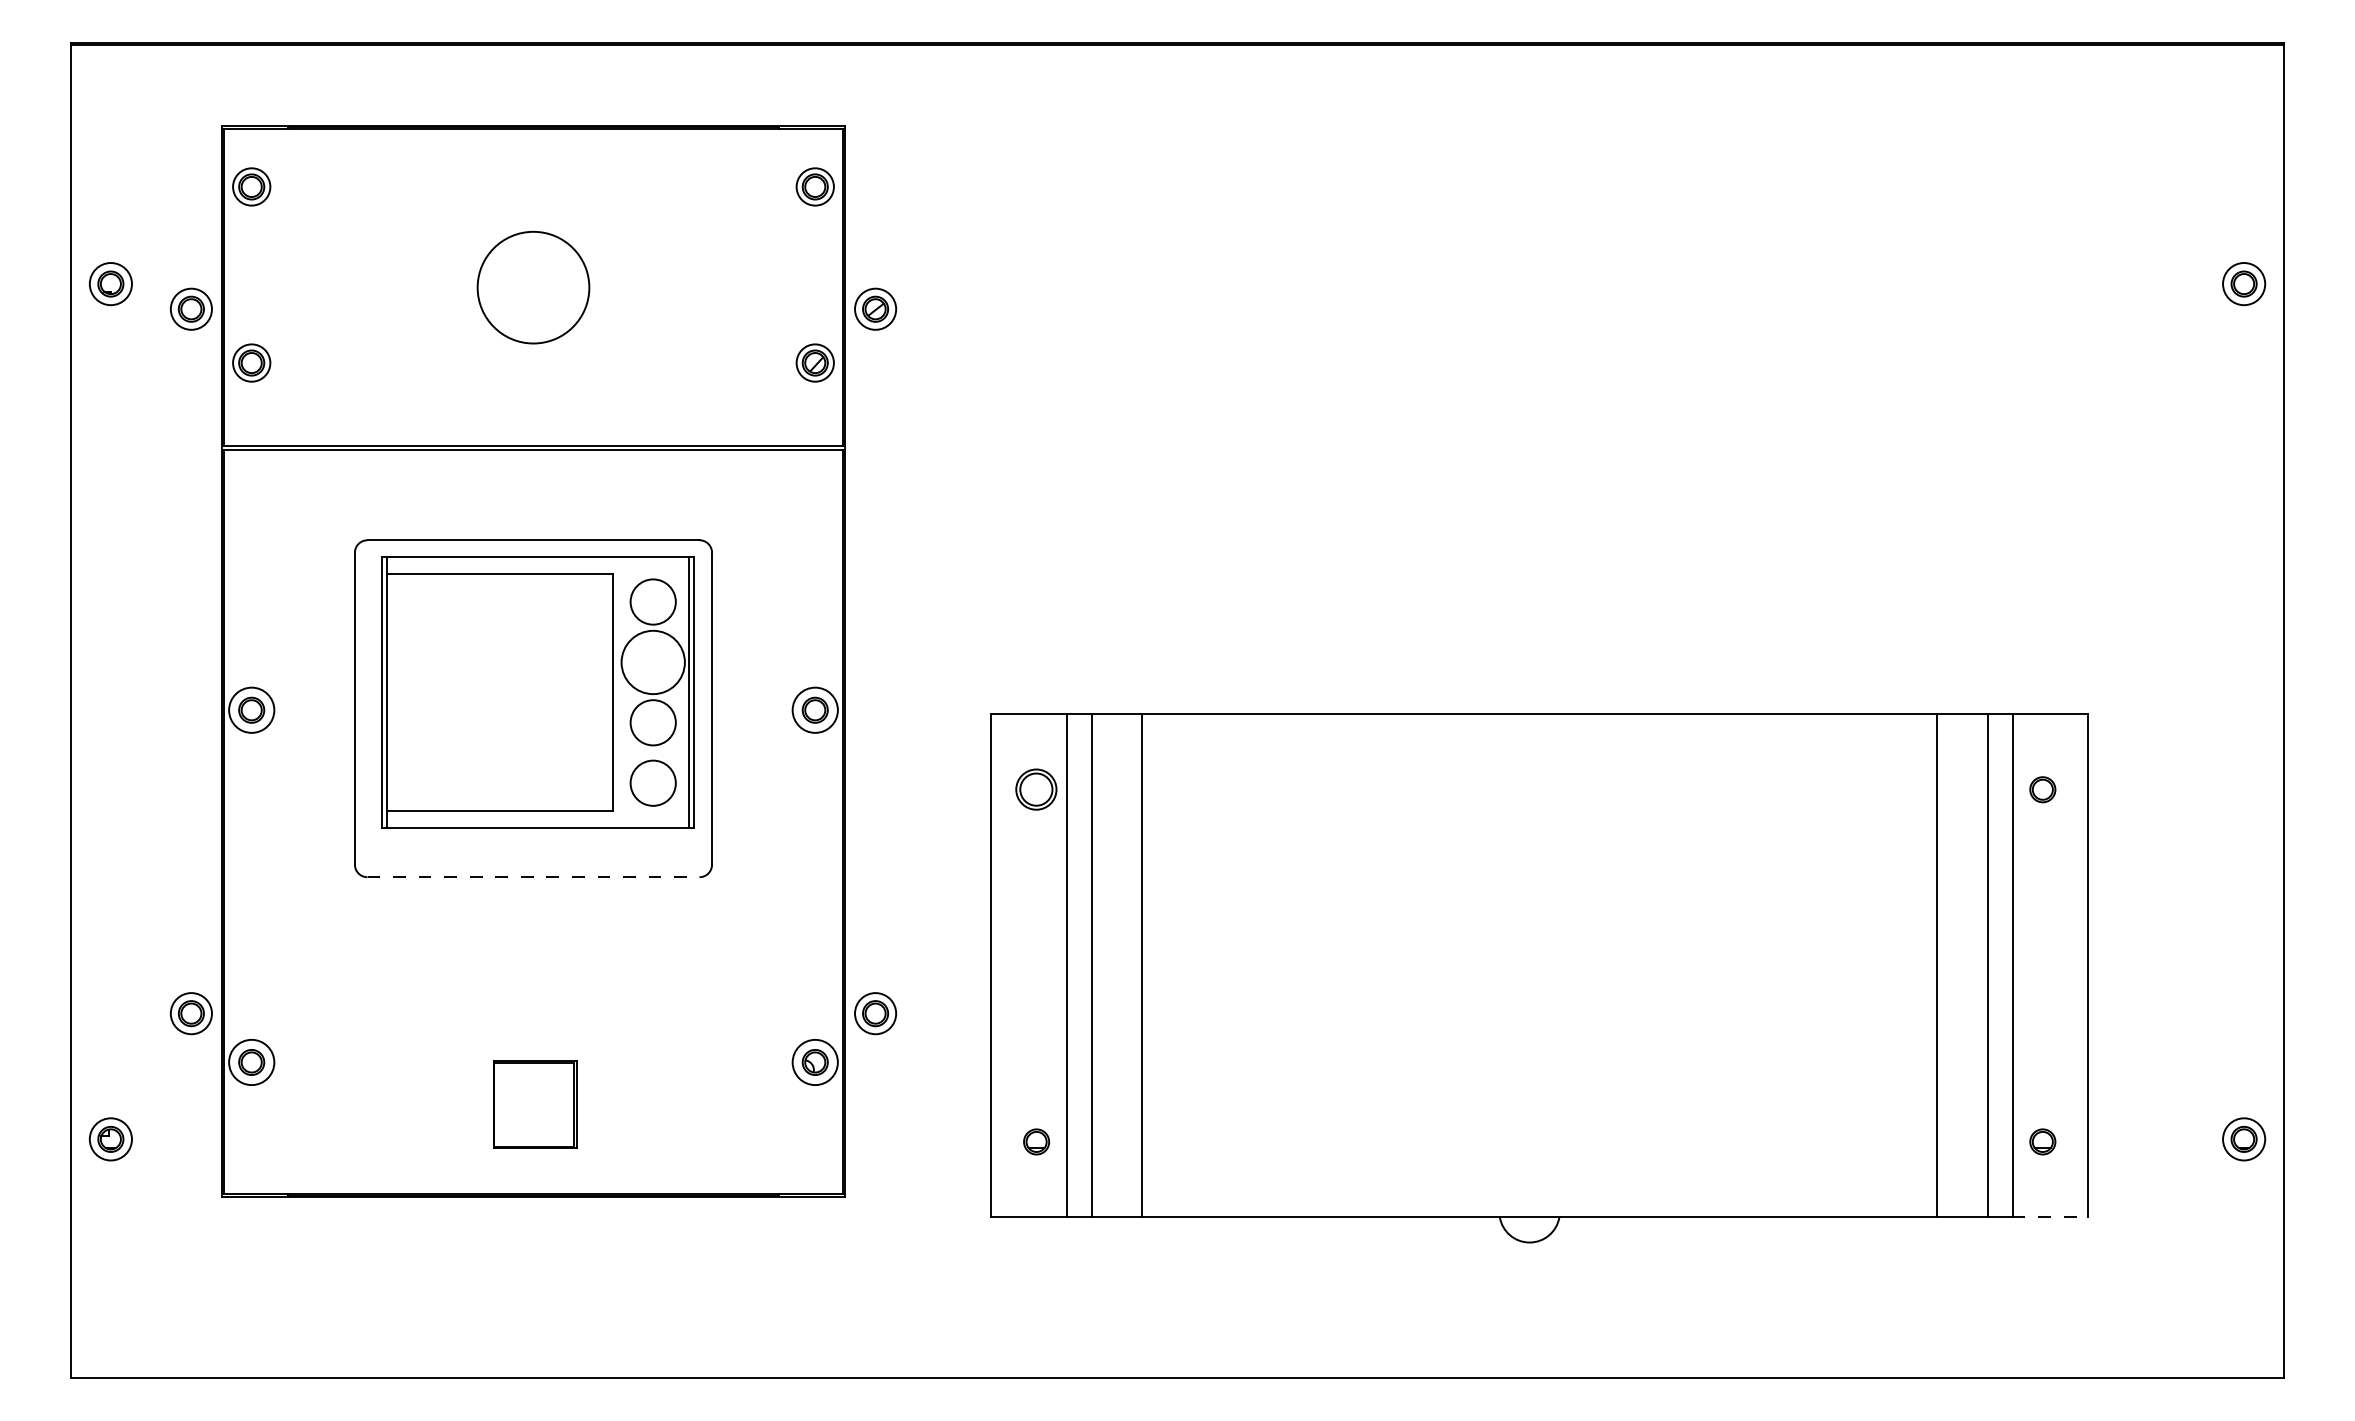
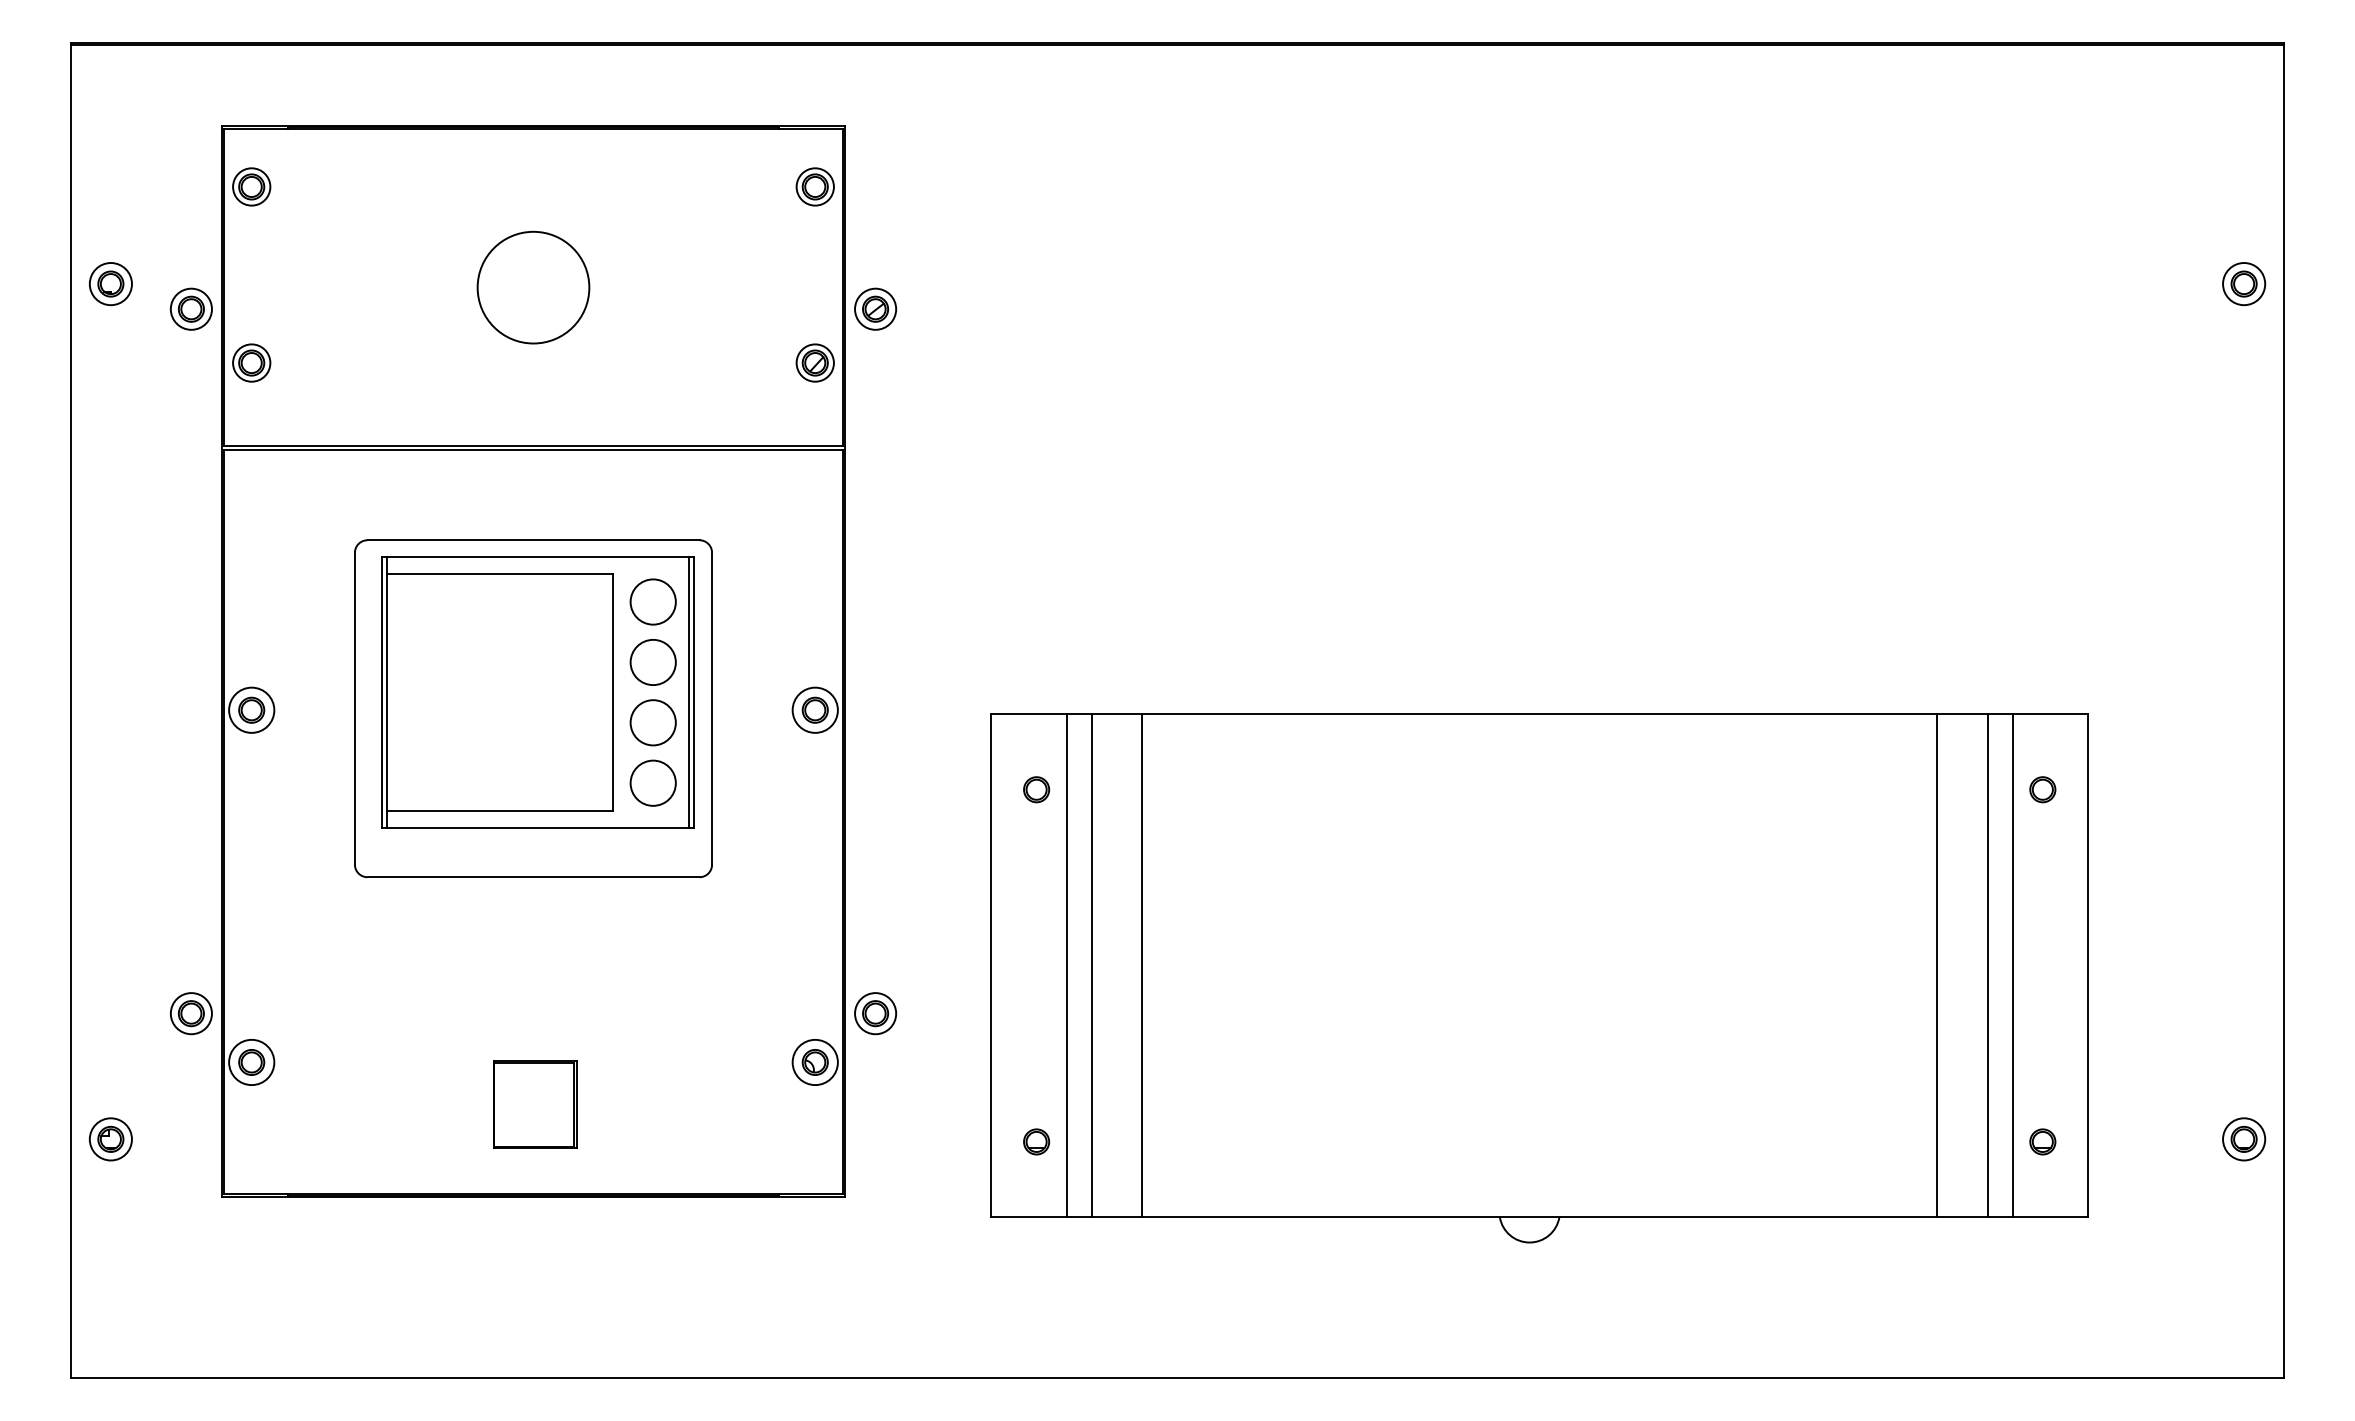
circle at (652, 662) diameter: 63 px -> 45 px
part at (1036, 789) size: 43x43 px -> 28x28 px
line at (534, 877): dashed -> solid
line at (2050, 1217): dashed -> solid
